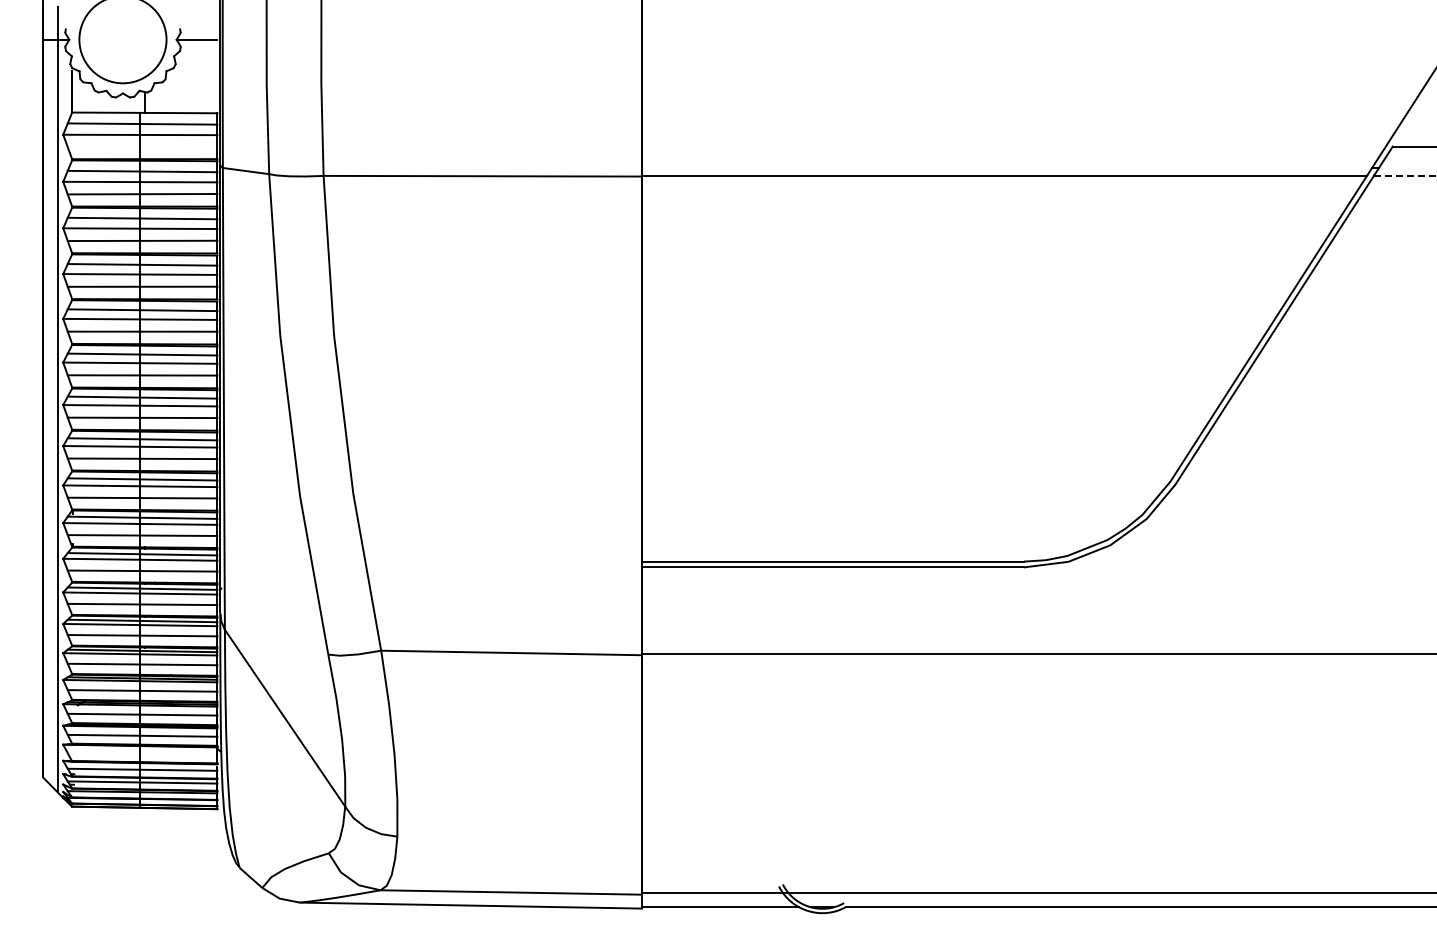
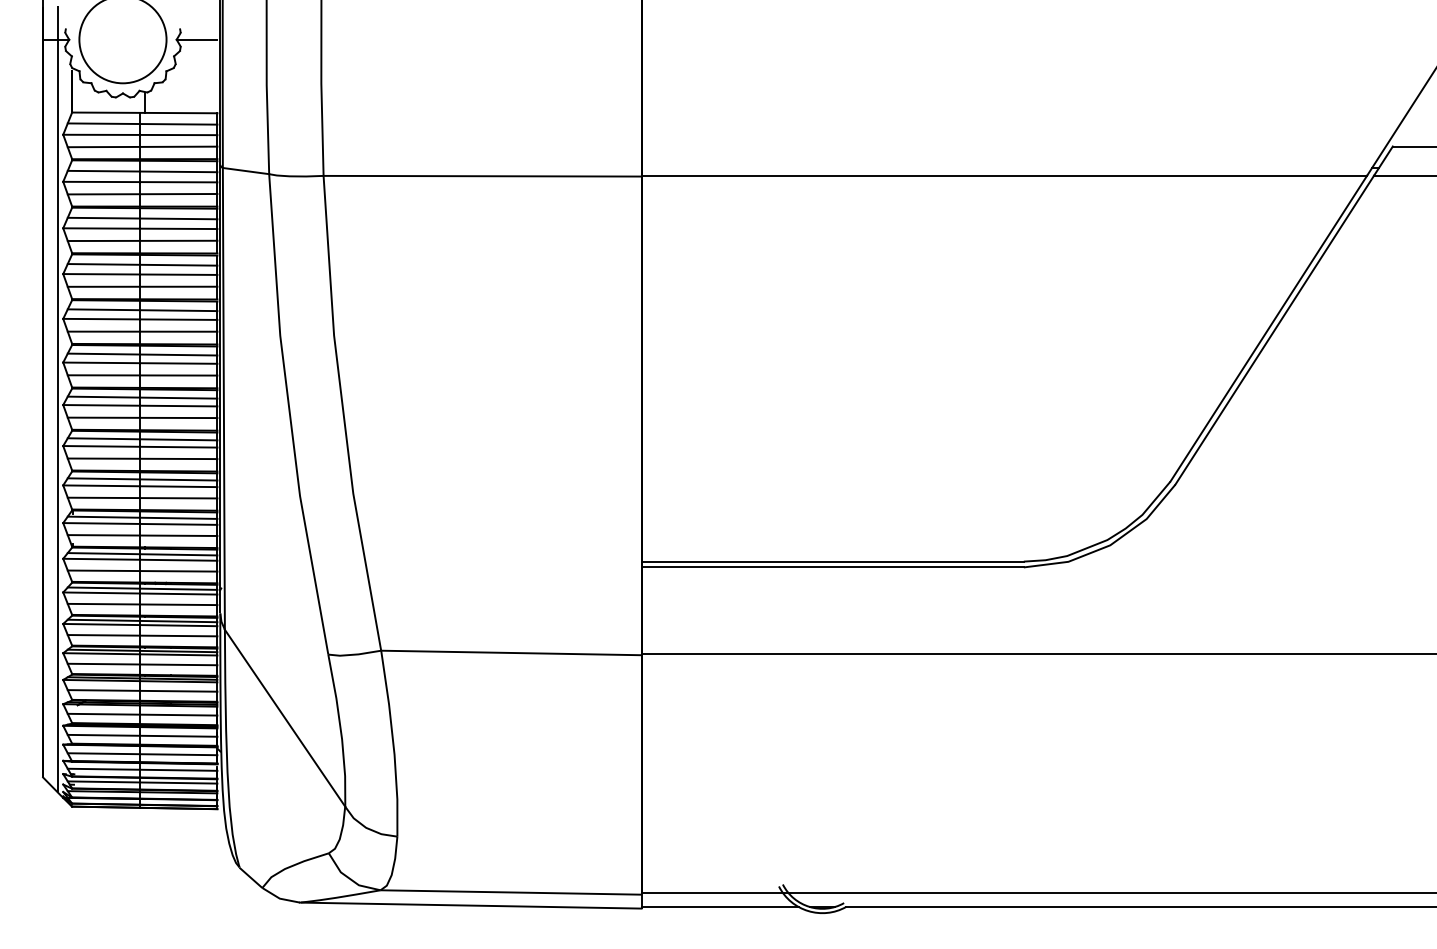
line at (142, 146): none -> present
line at (1405, 175): dashed -> solid
line at (142, 754): none -> present
